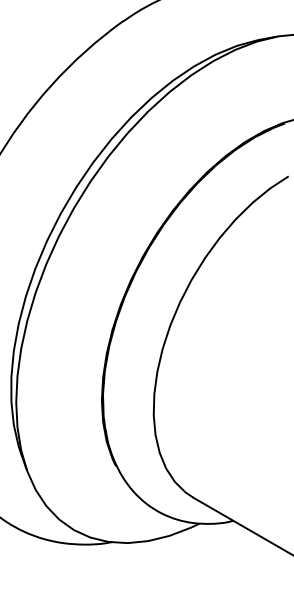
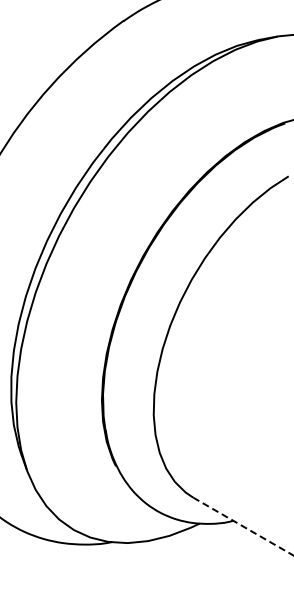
line at (243, 526): solid -> dashed
